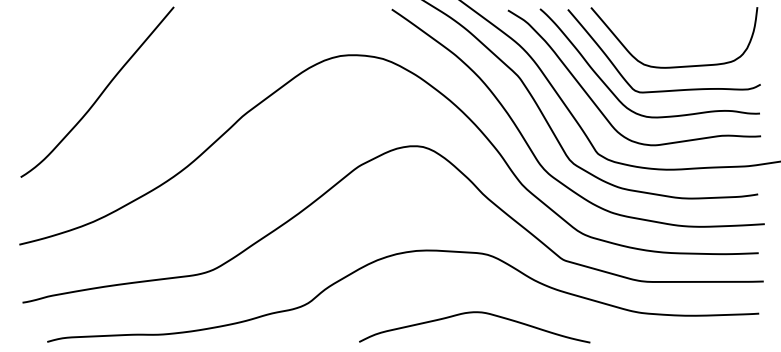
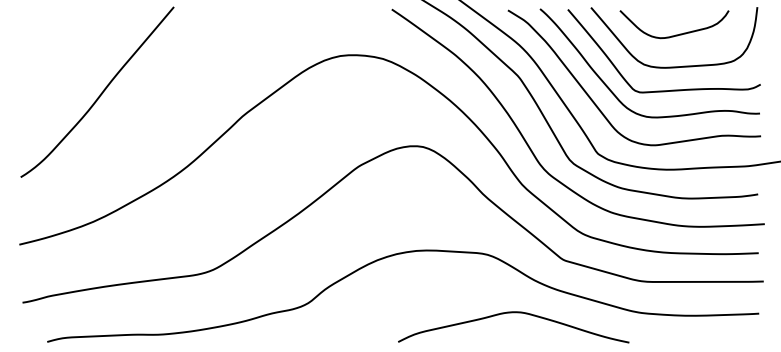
curve at (675, 34): none -> present
curve at (474, 313) position: (474, 313) -> (513, 313)
